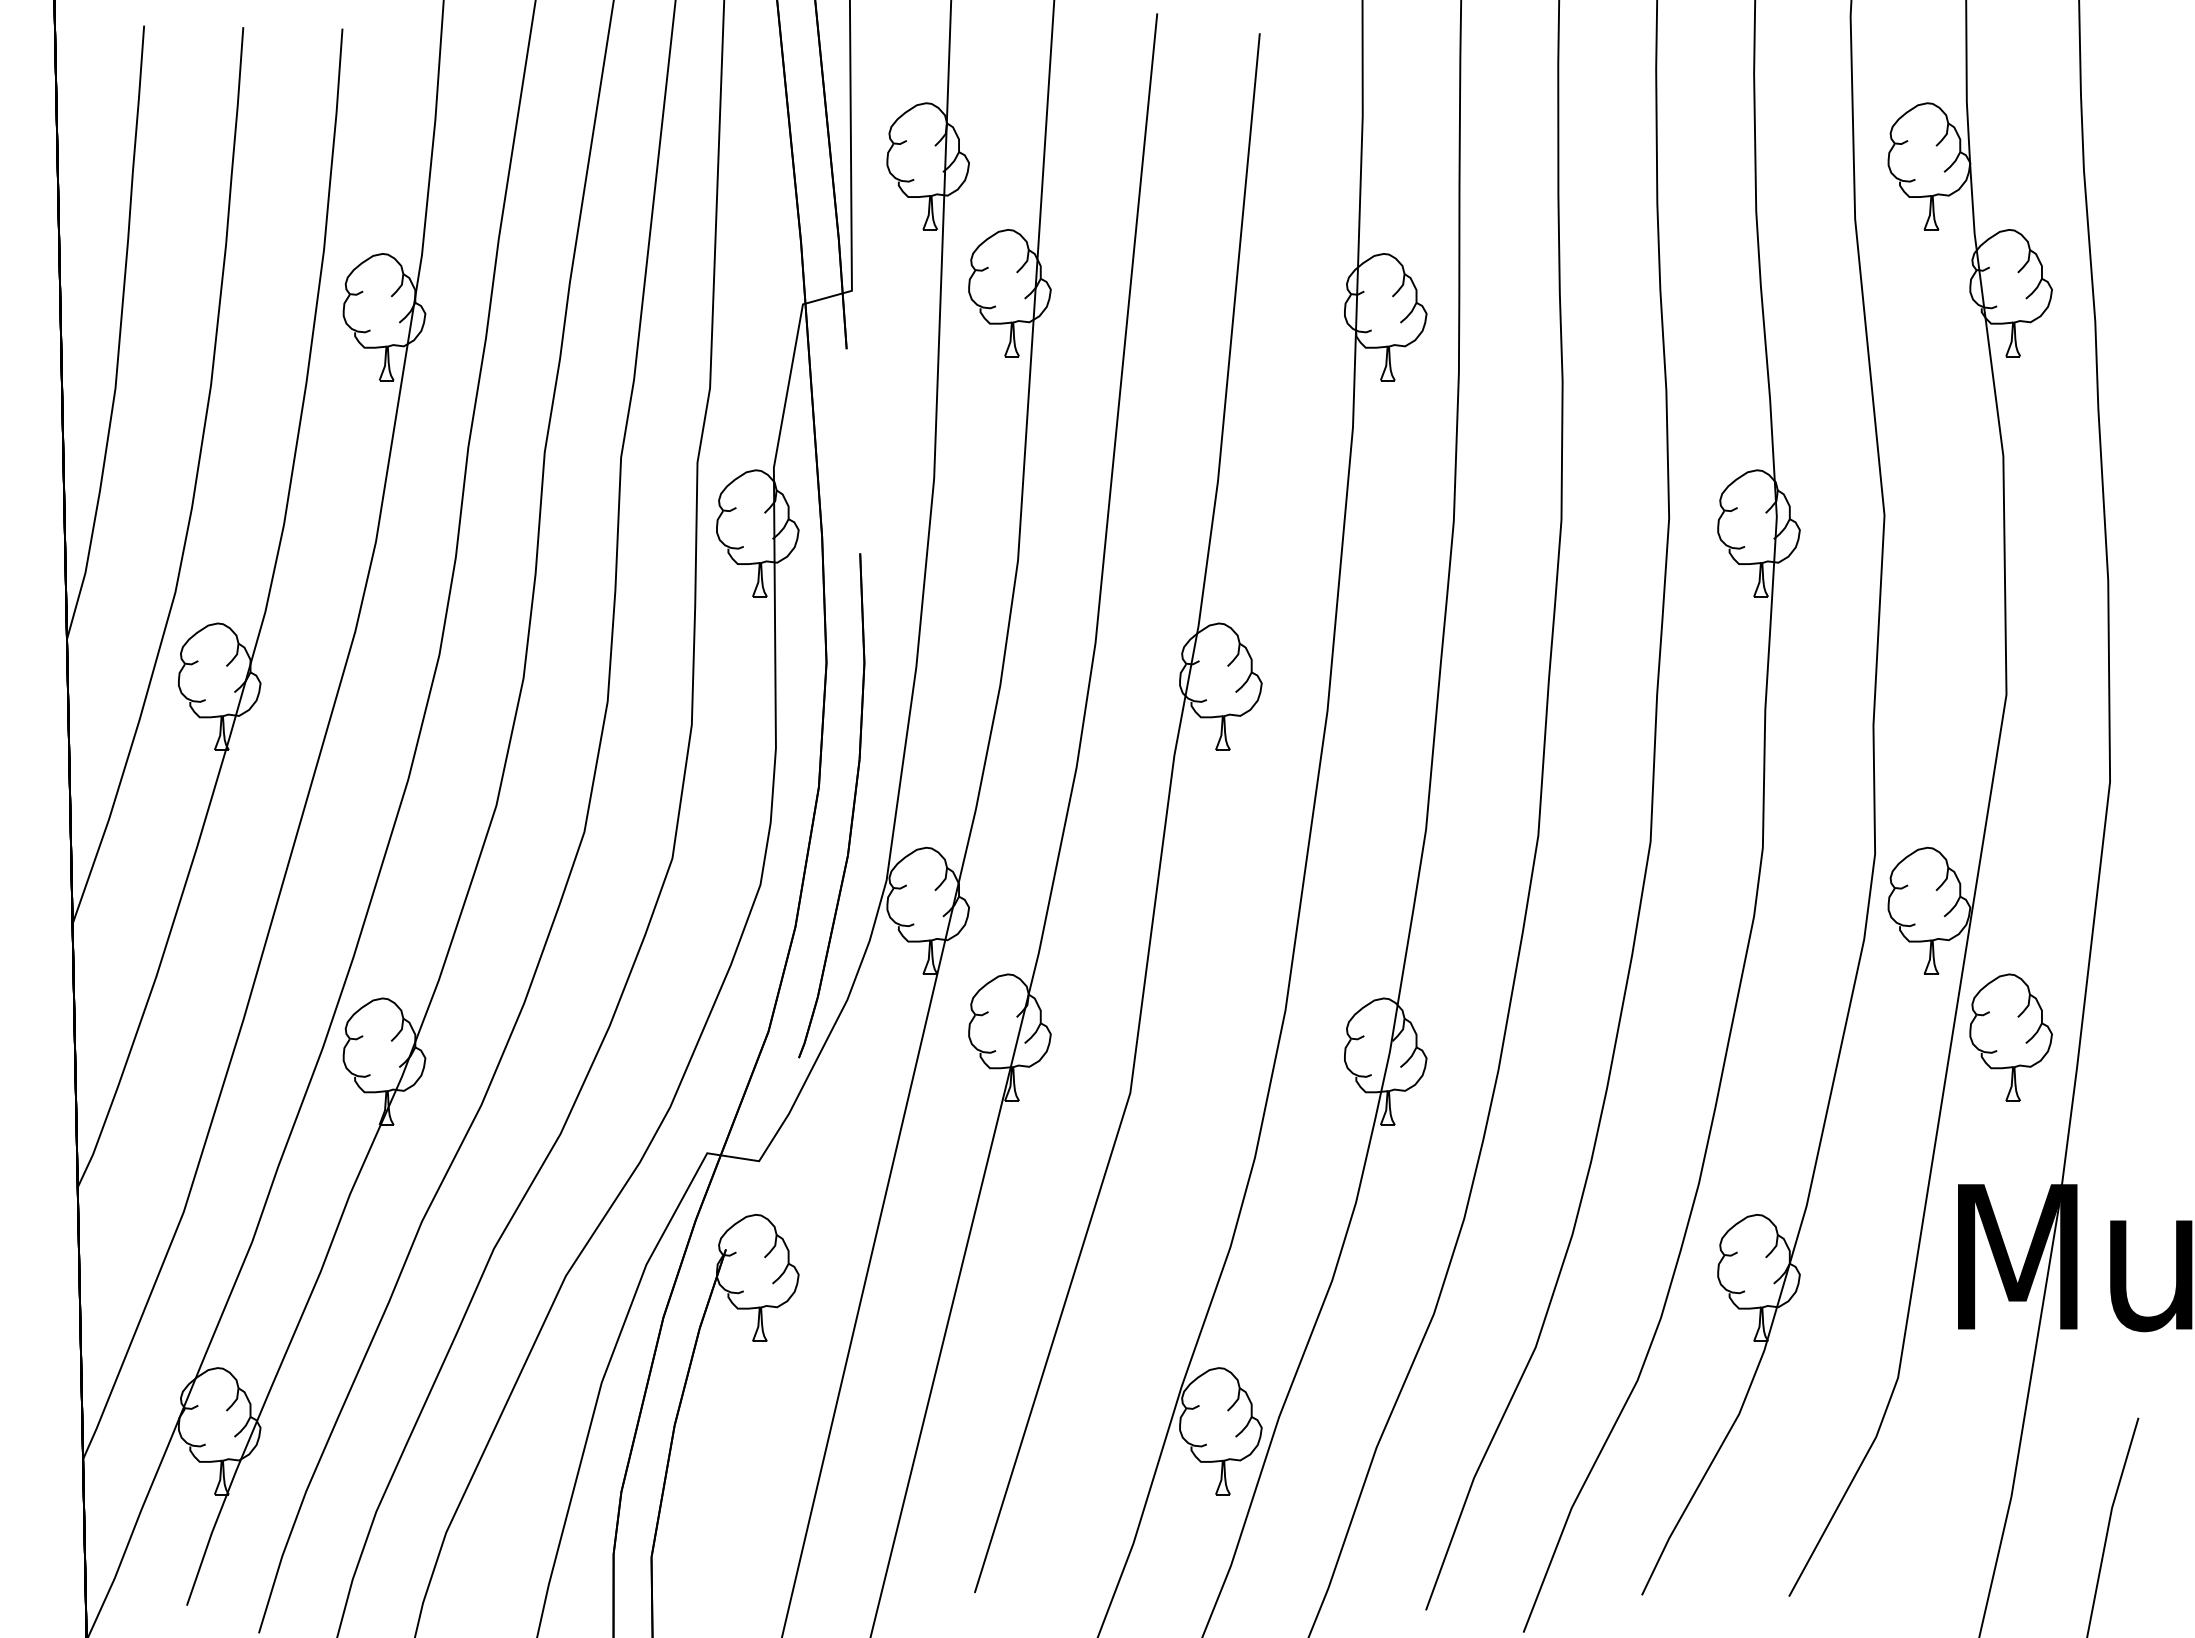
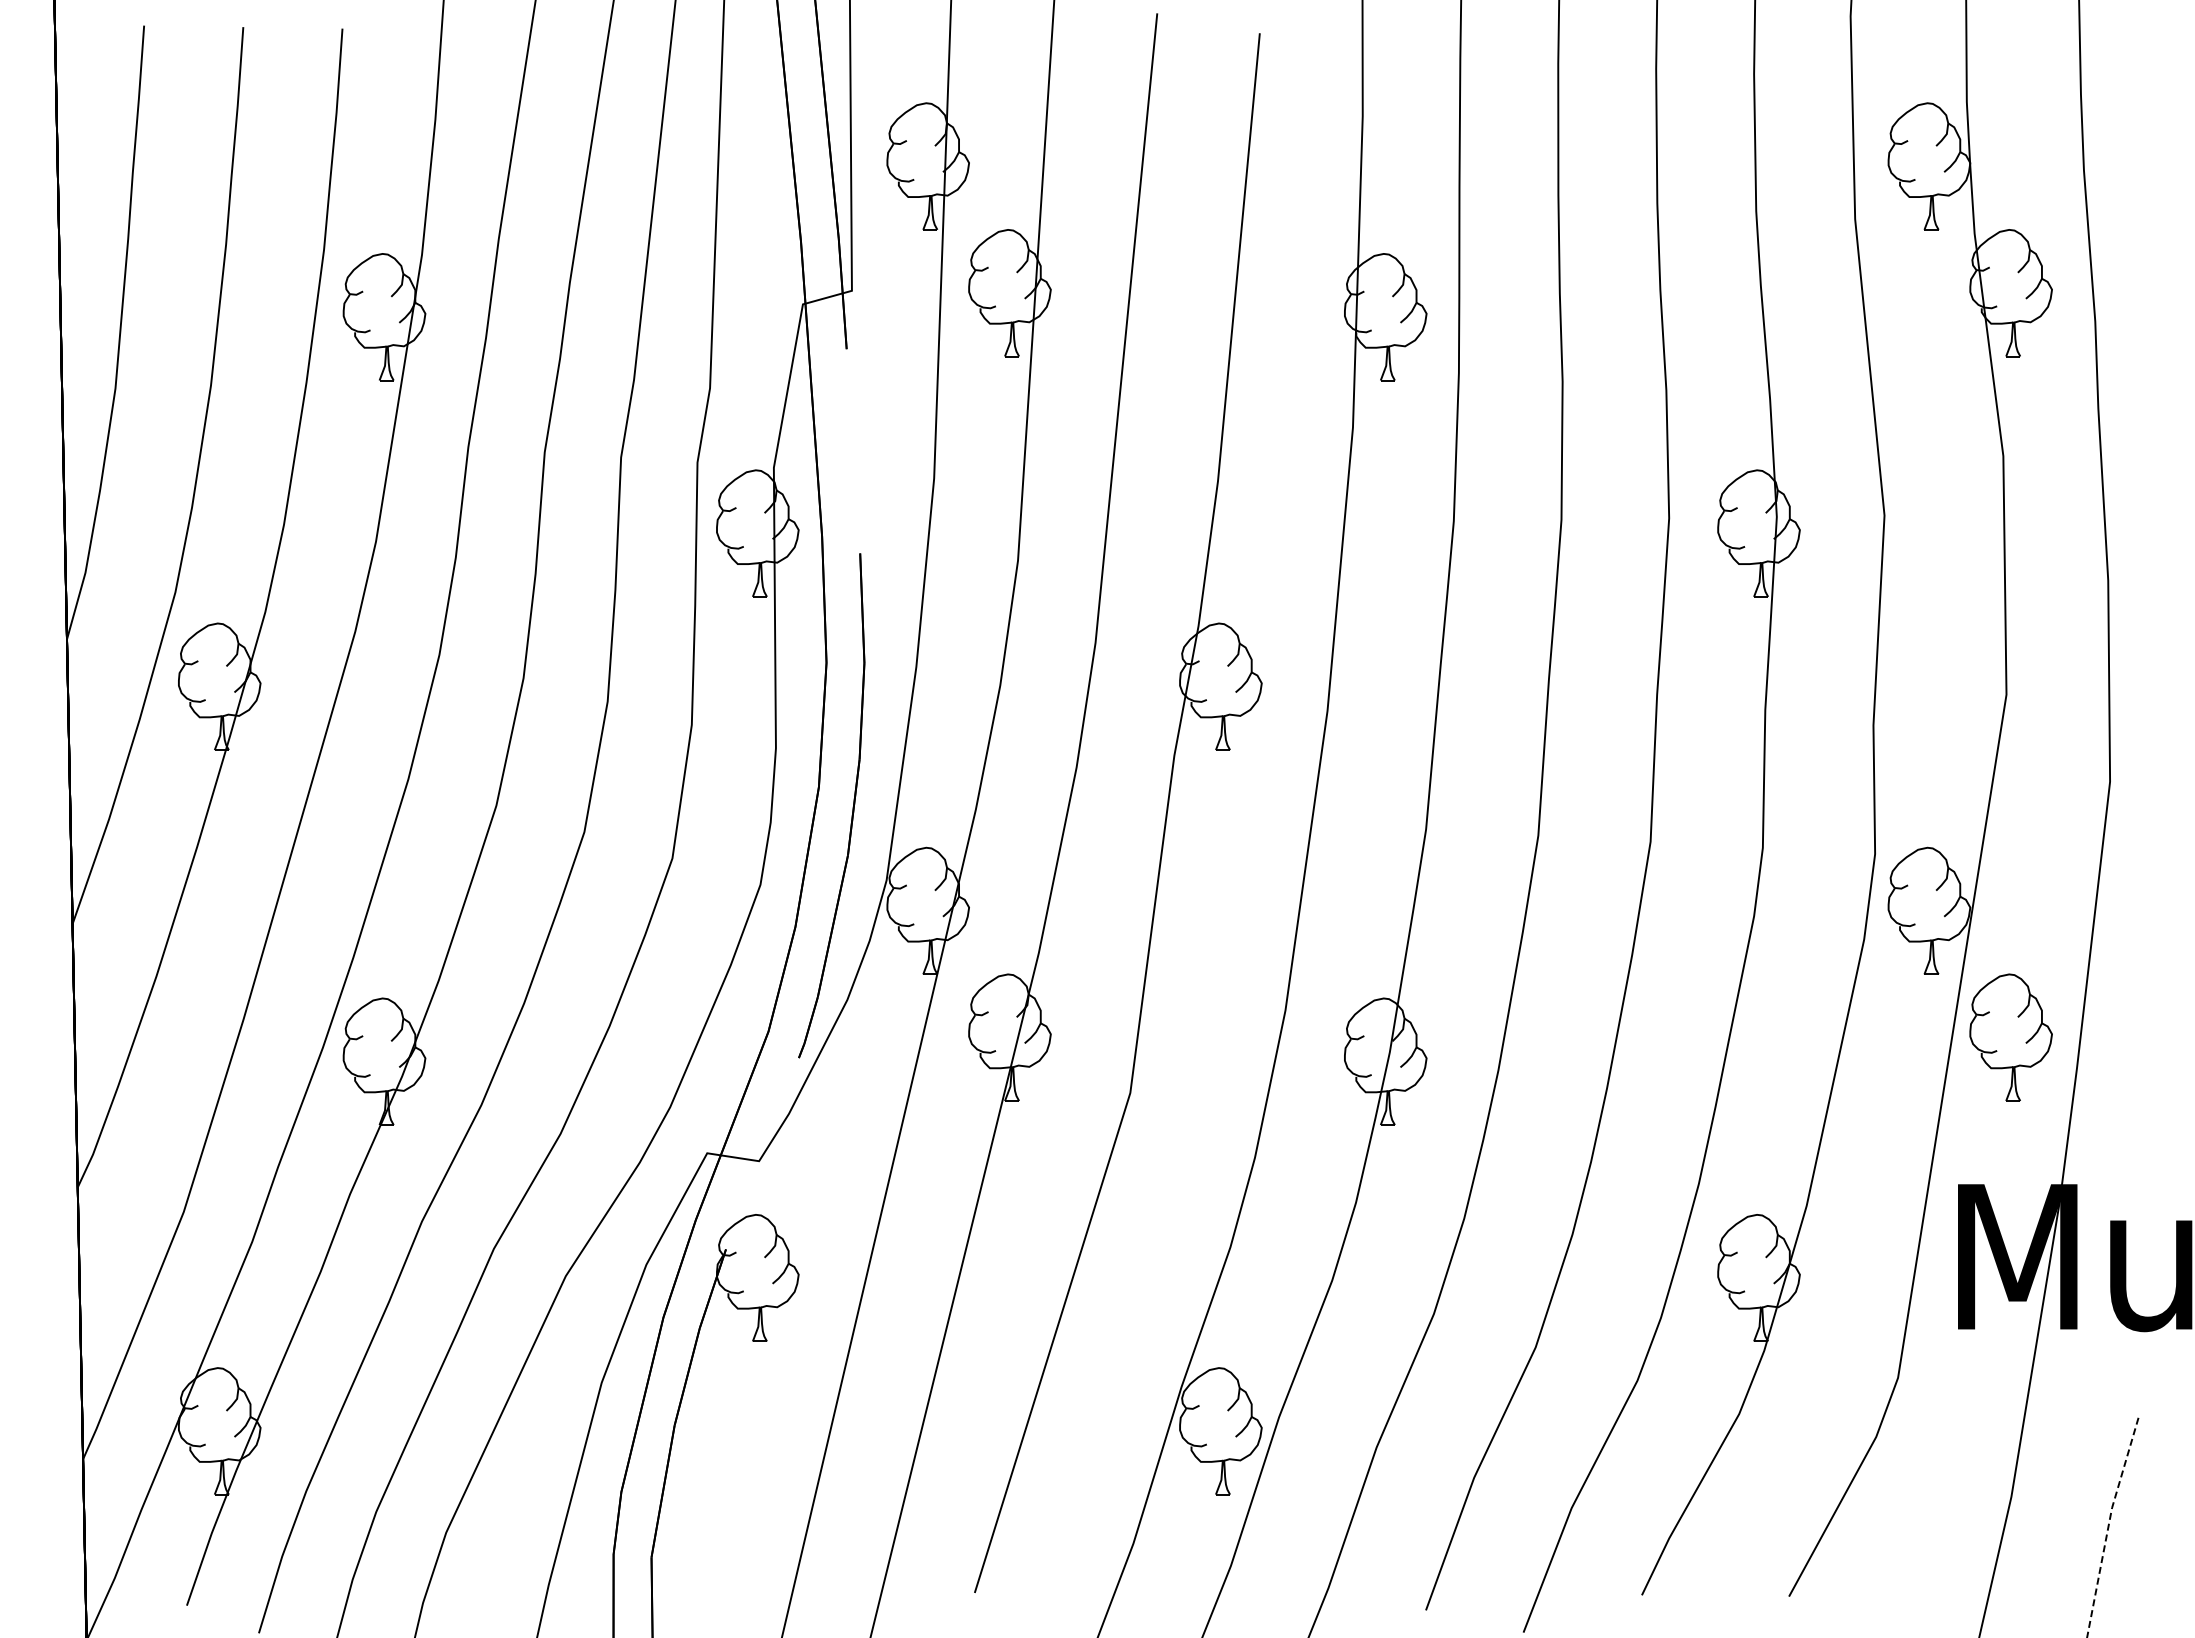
line at (2108, 1526): solid -> dashed
